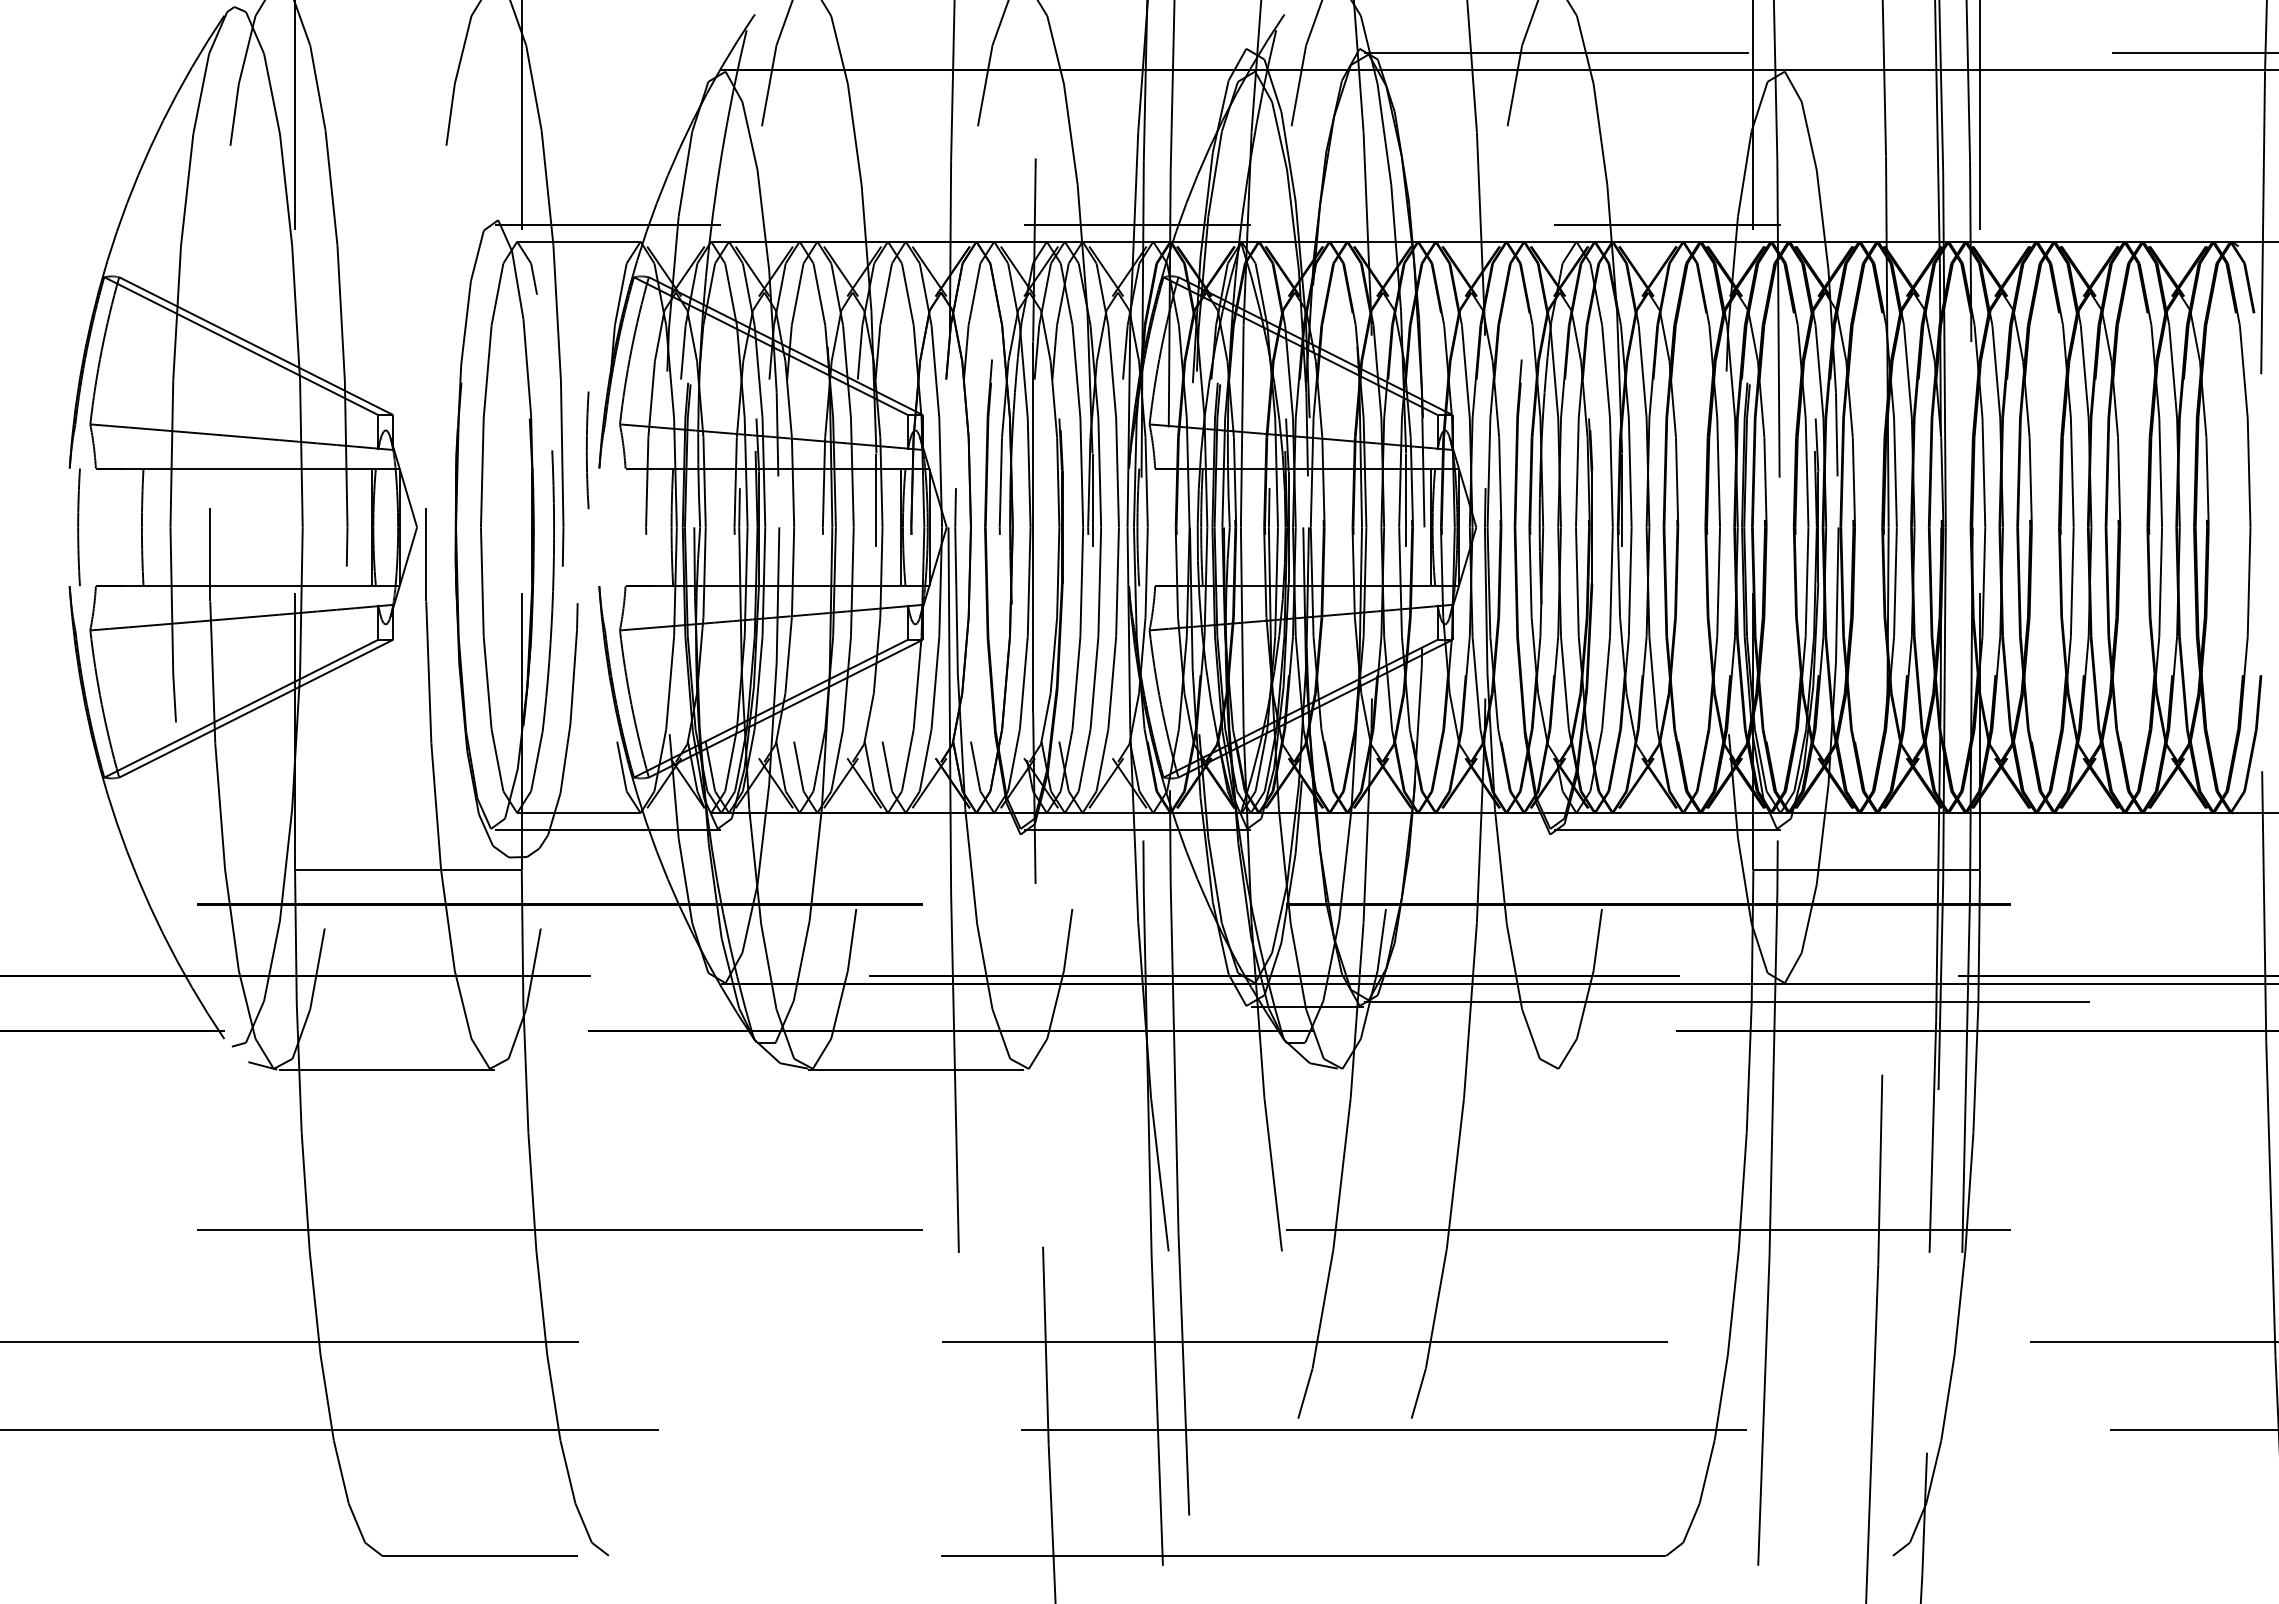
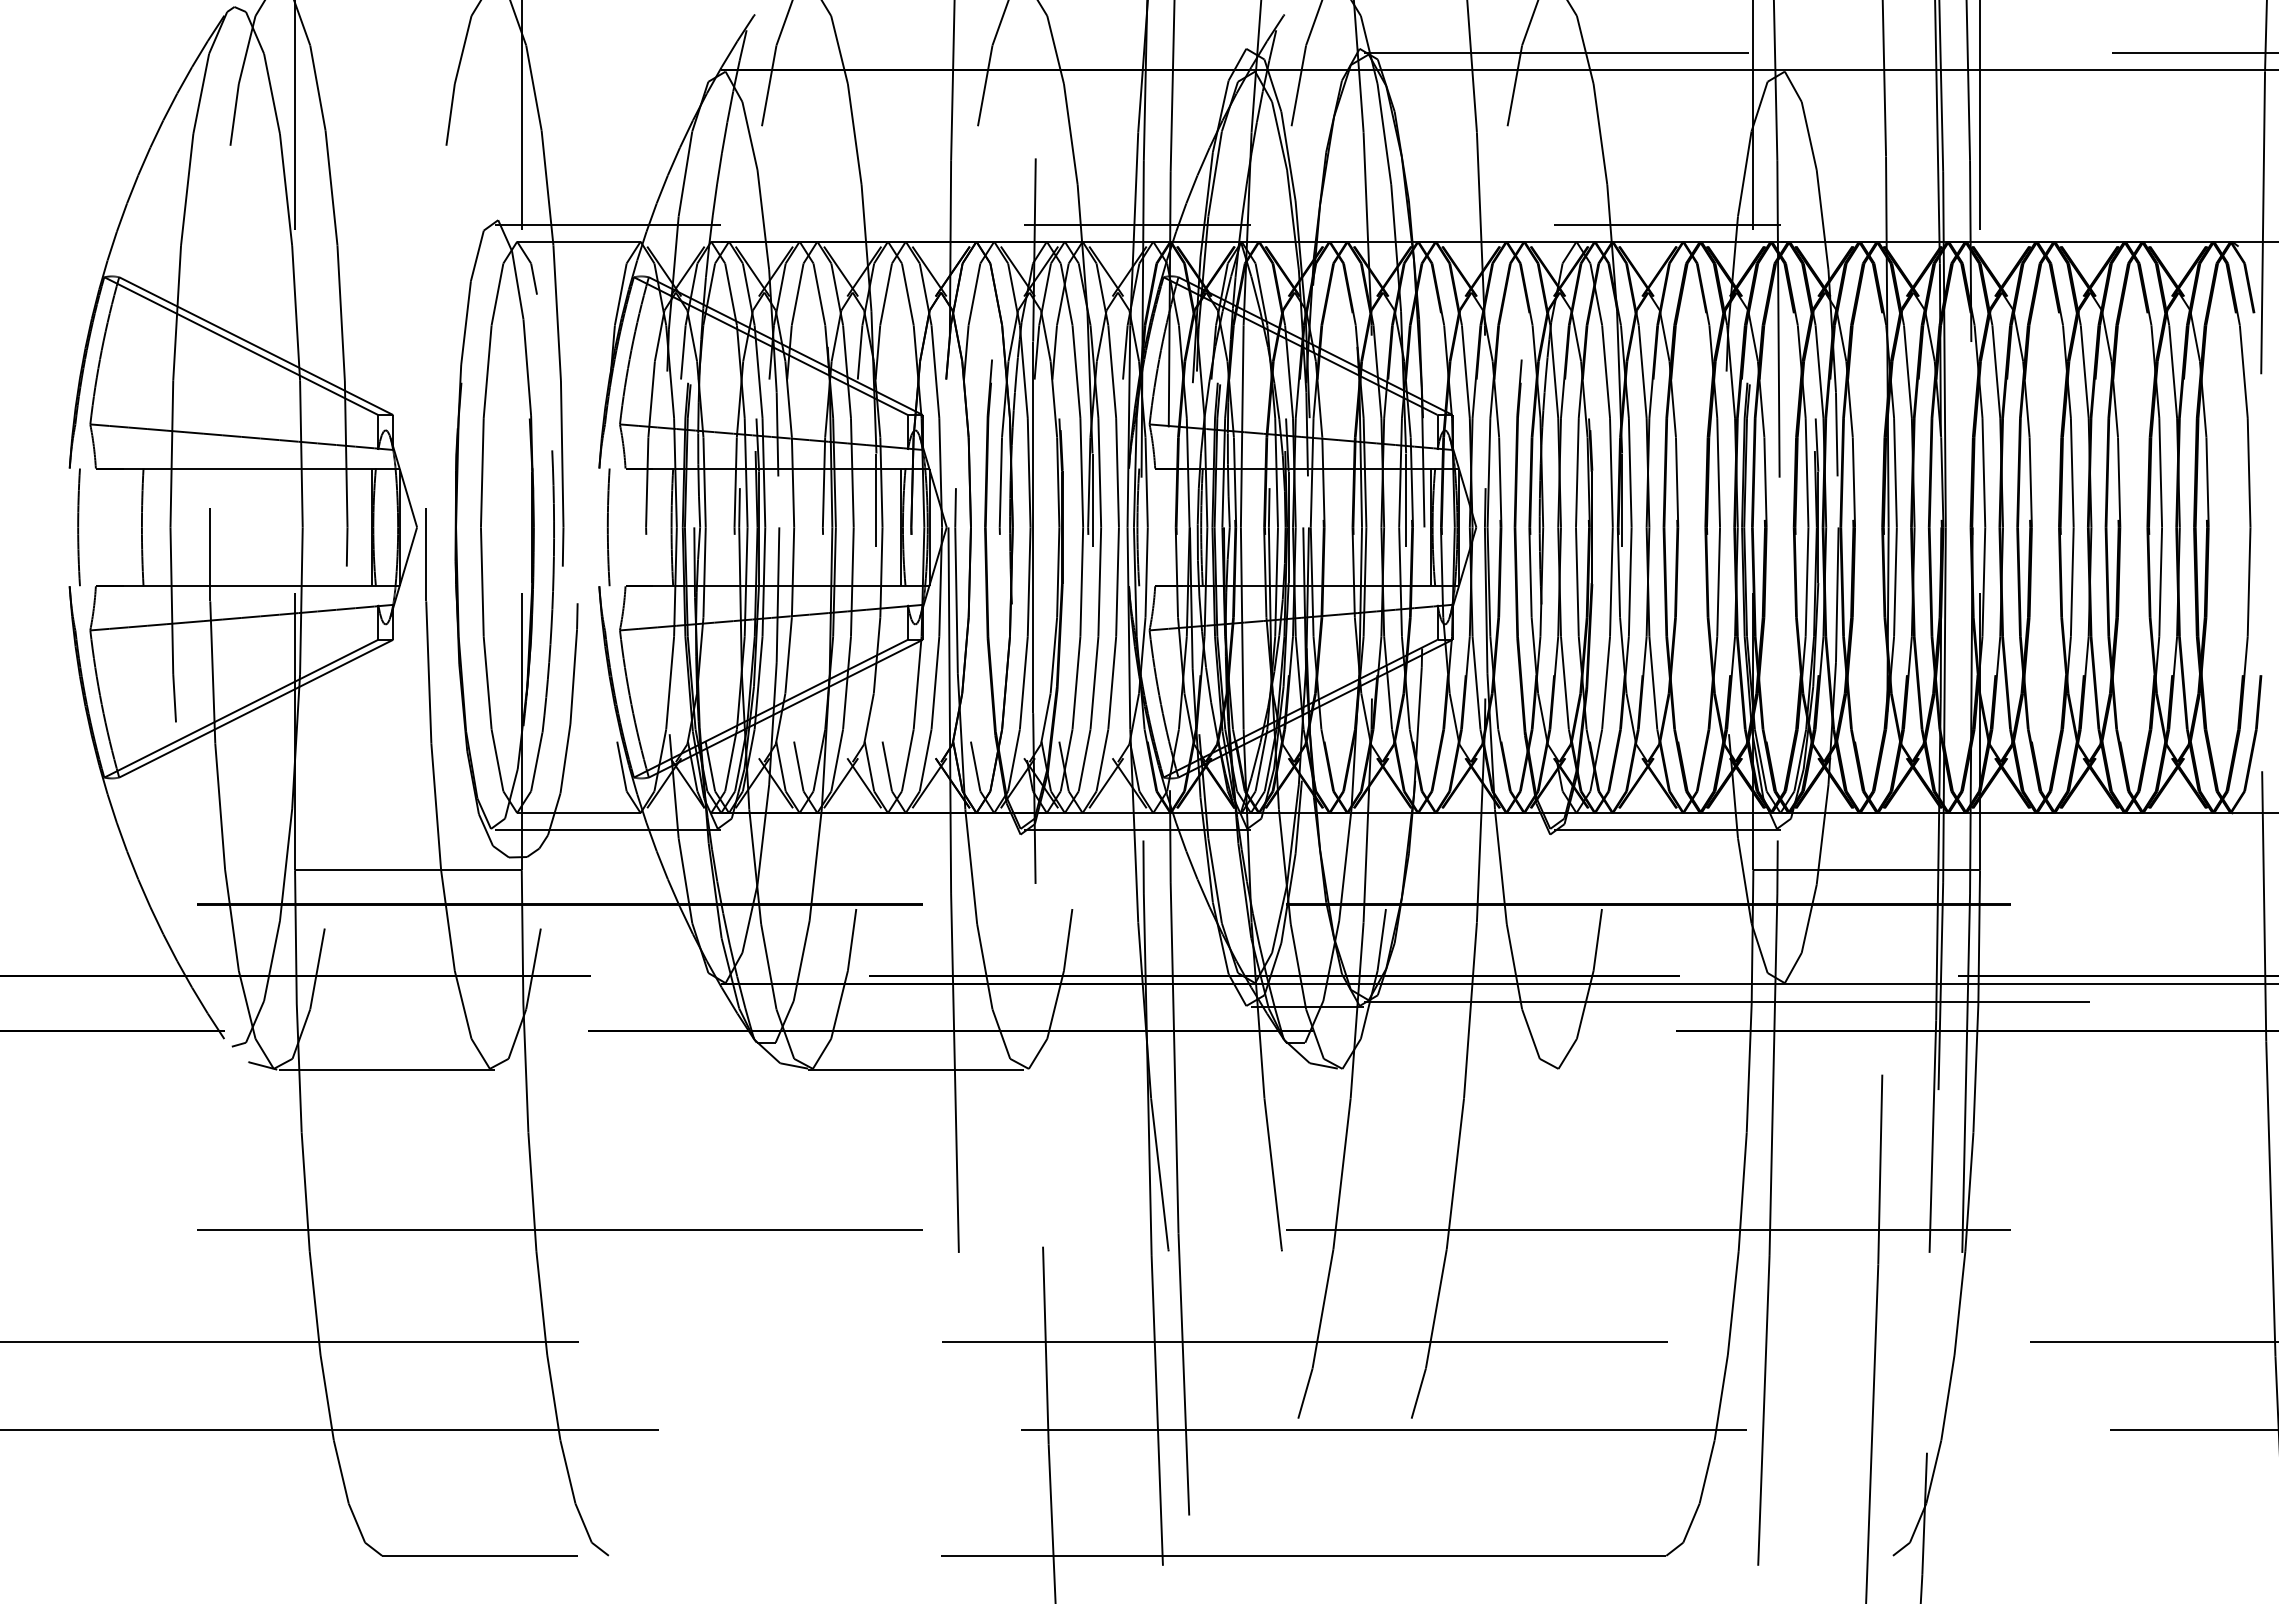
arc at (587, 450) position: (587, 450) -> (608, 527)
